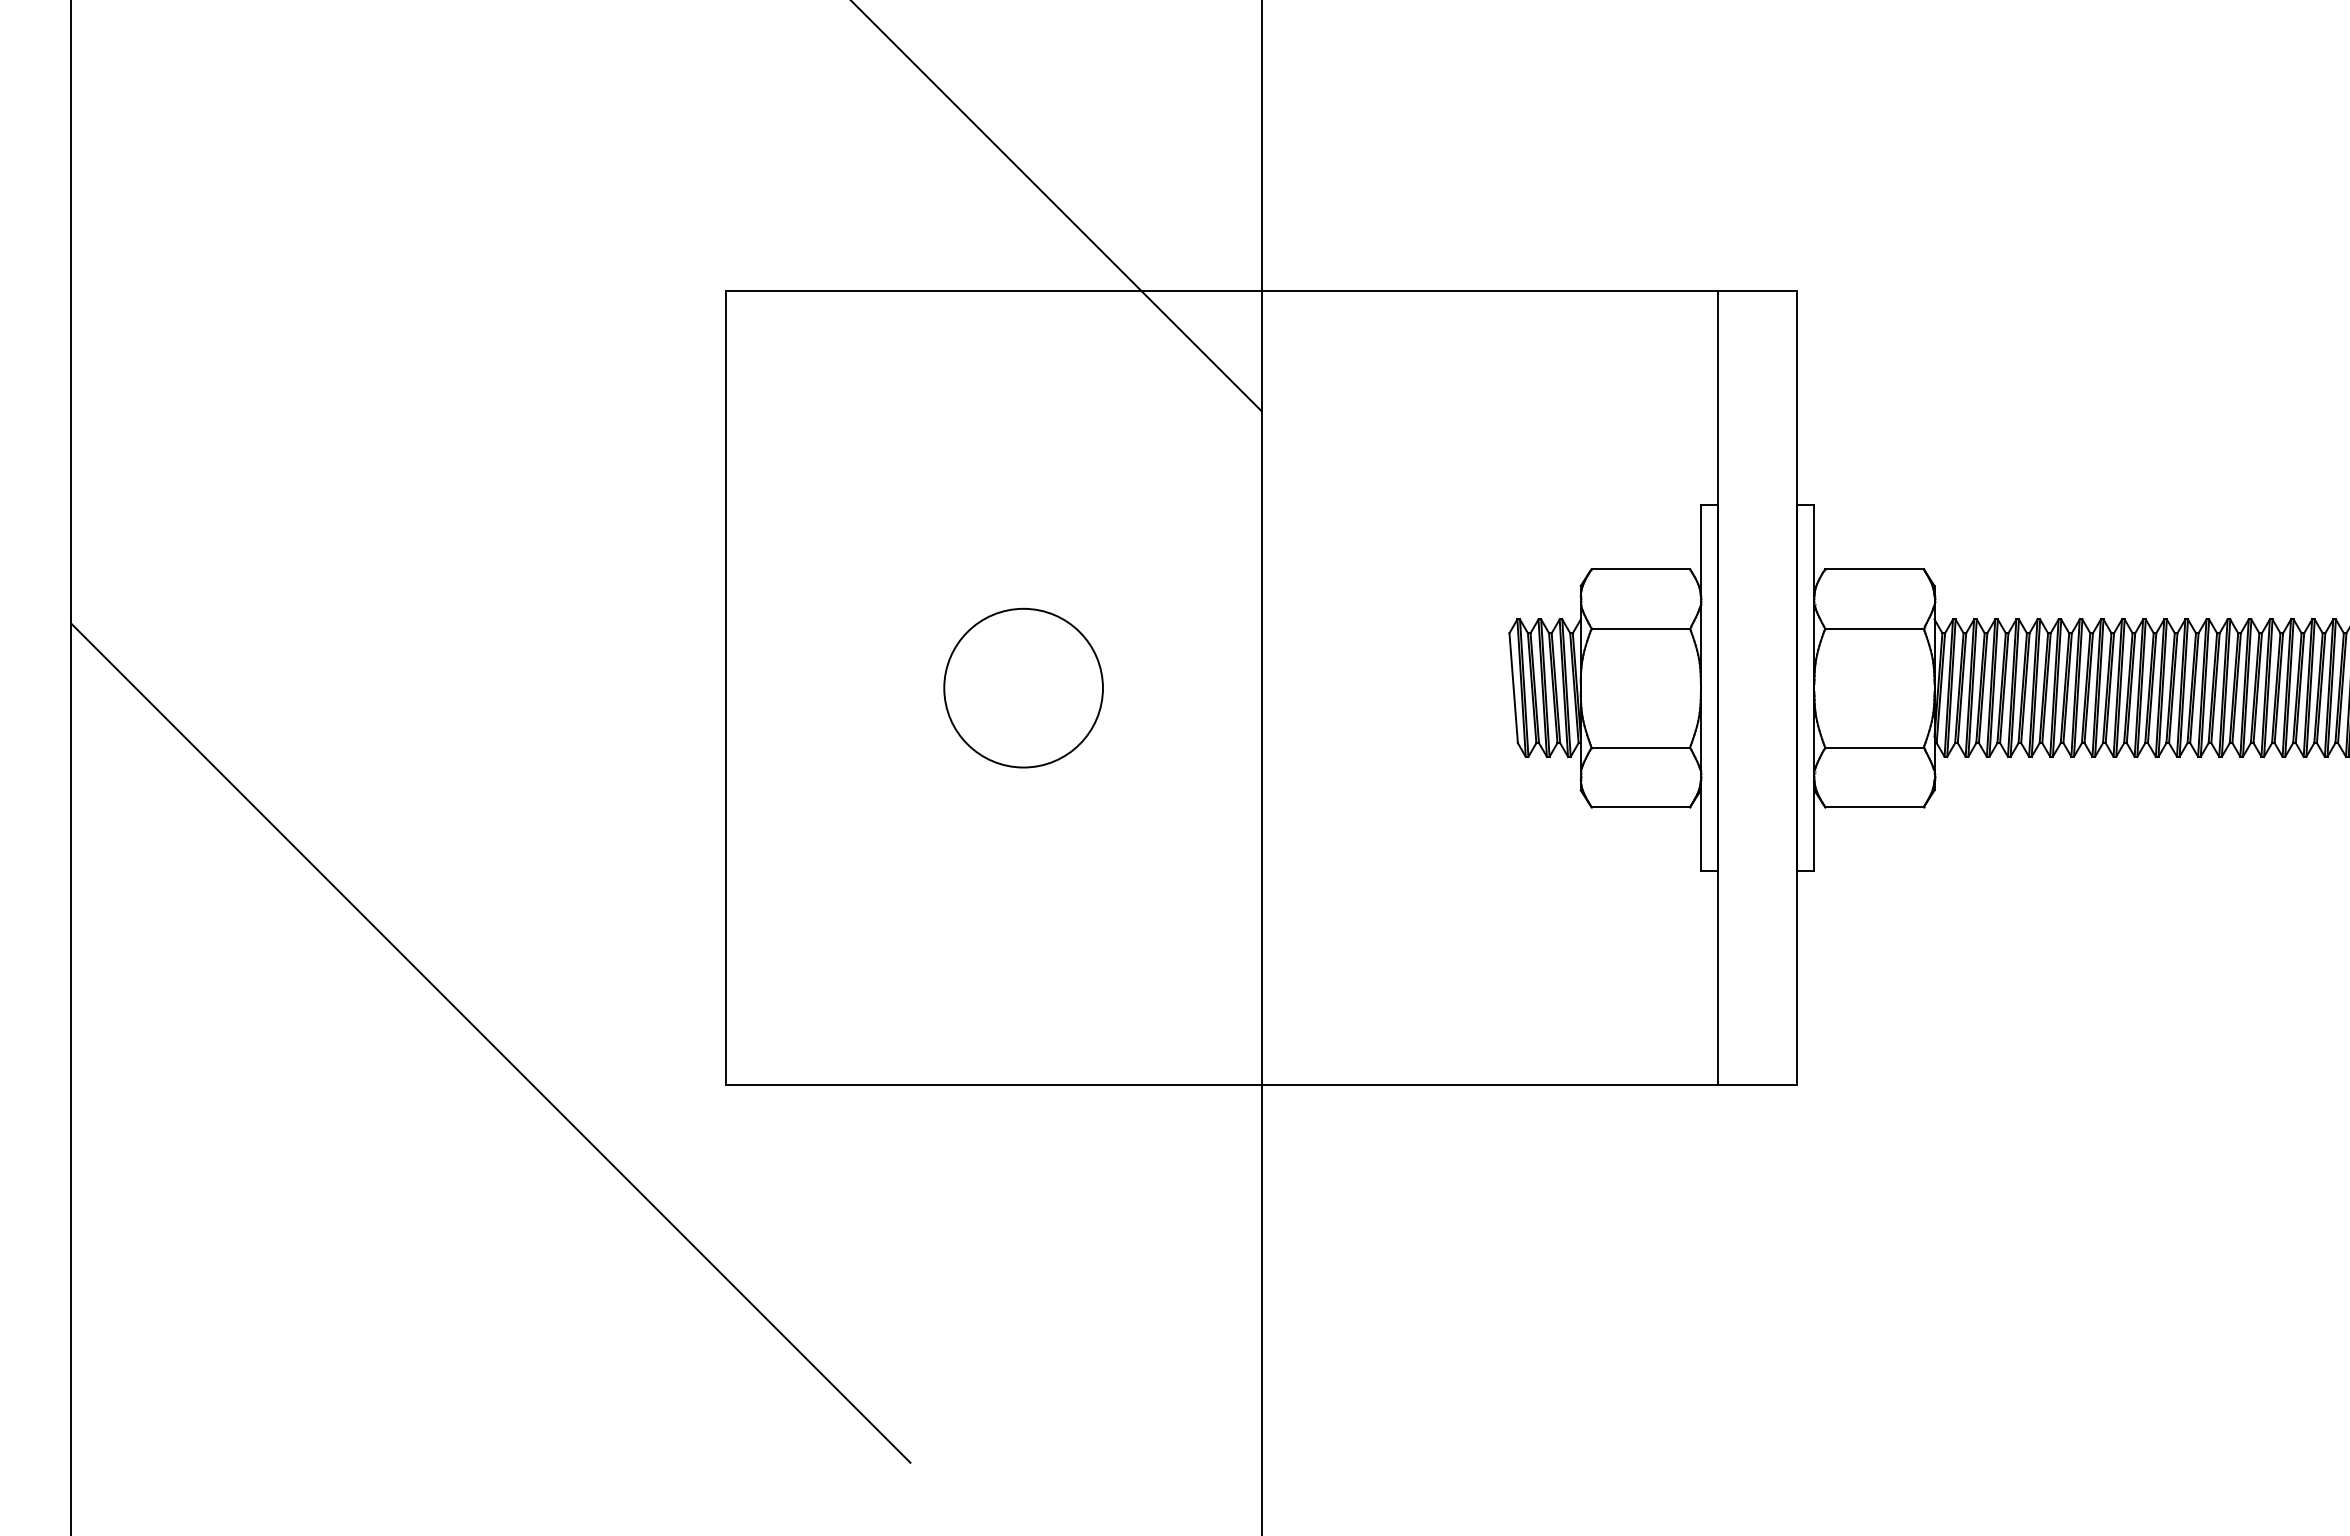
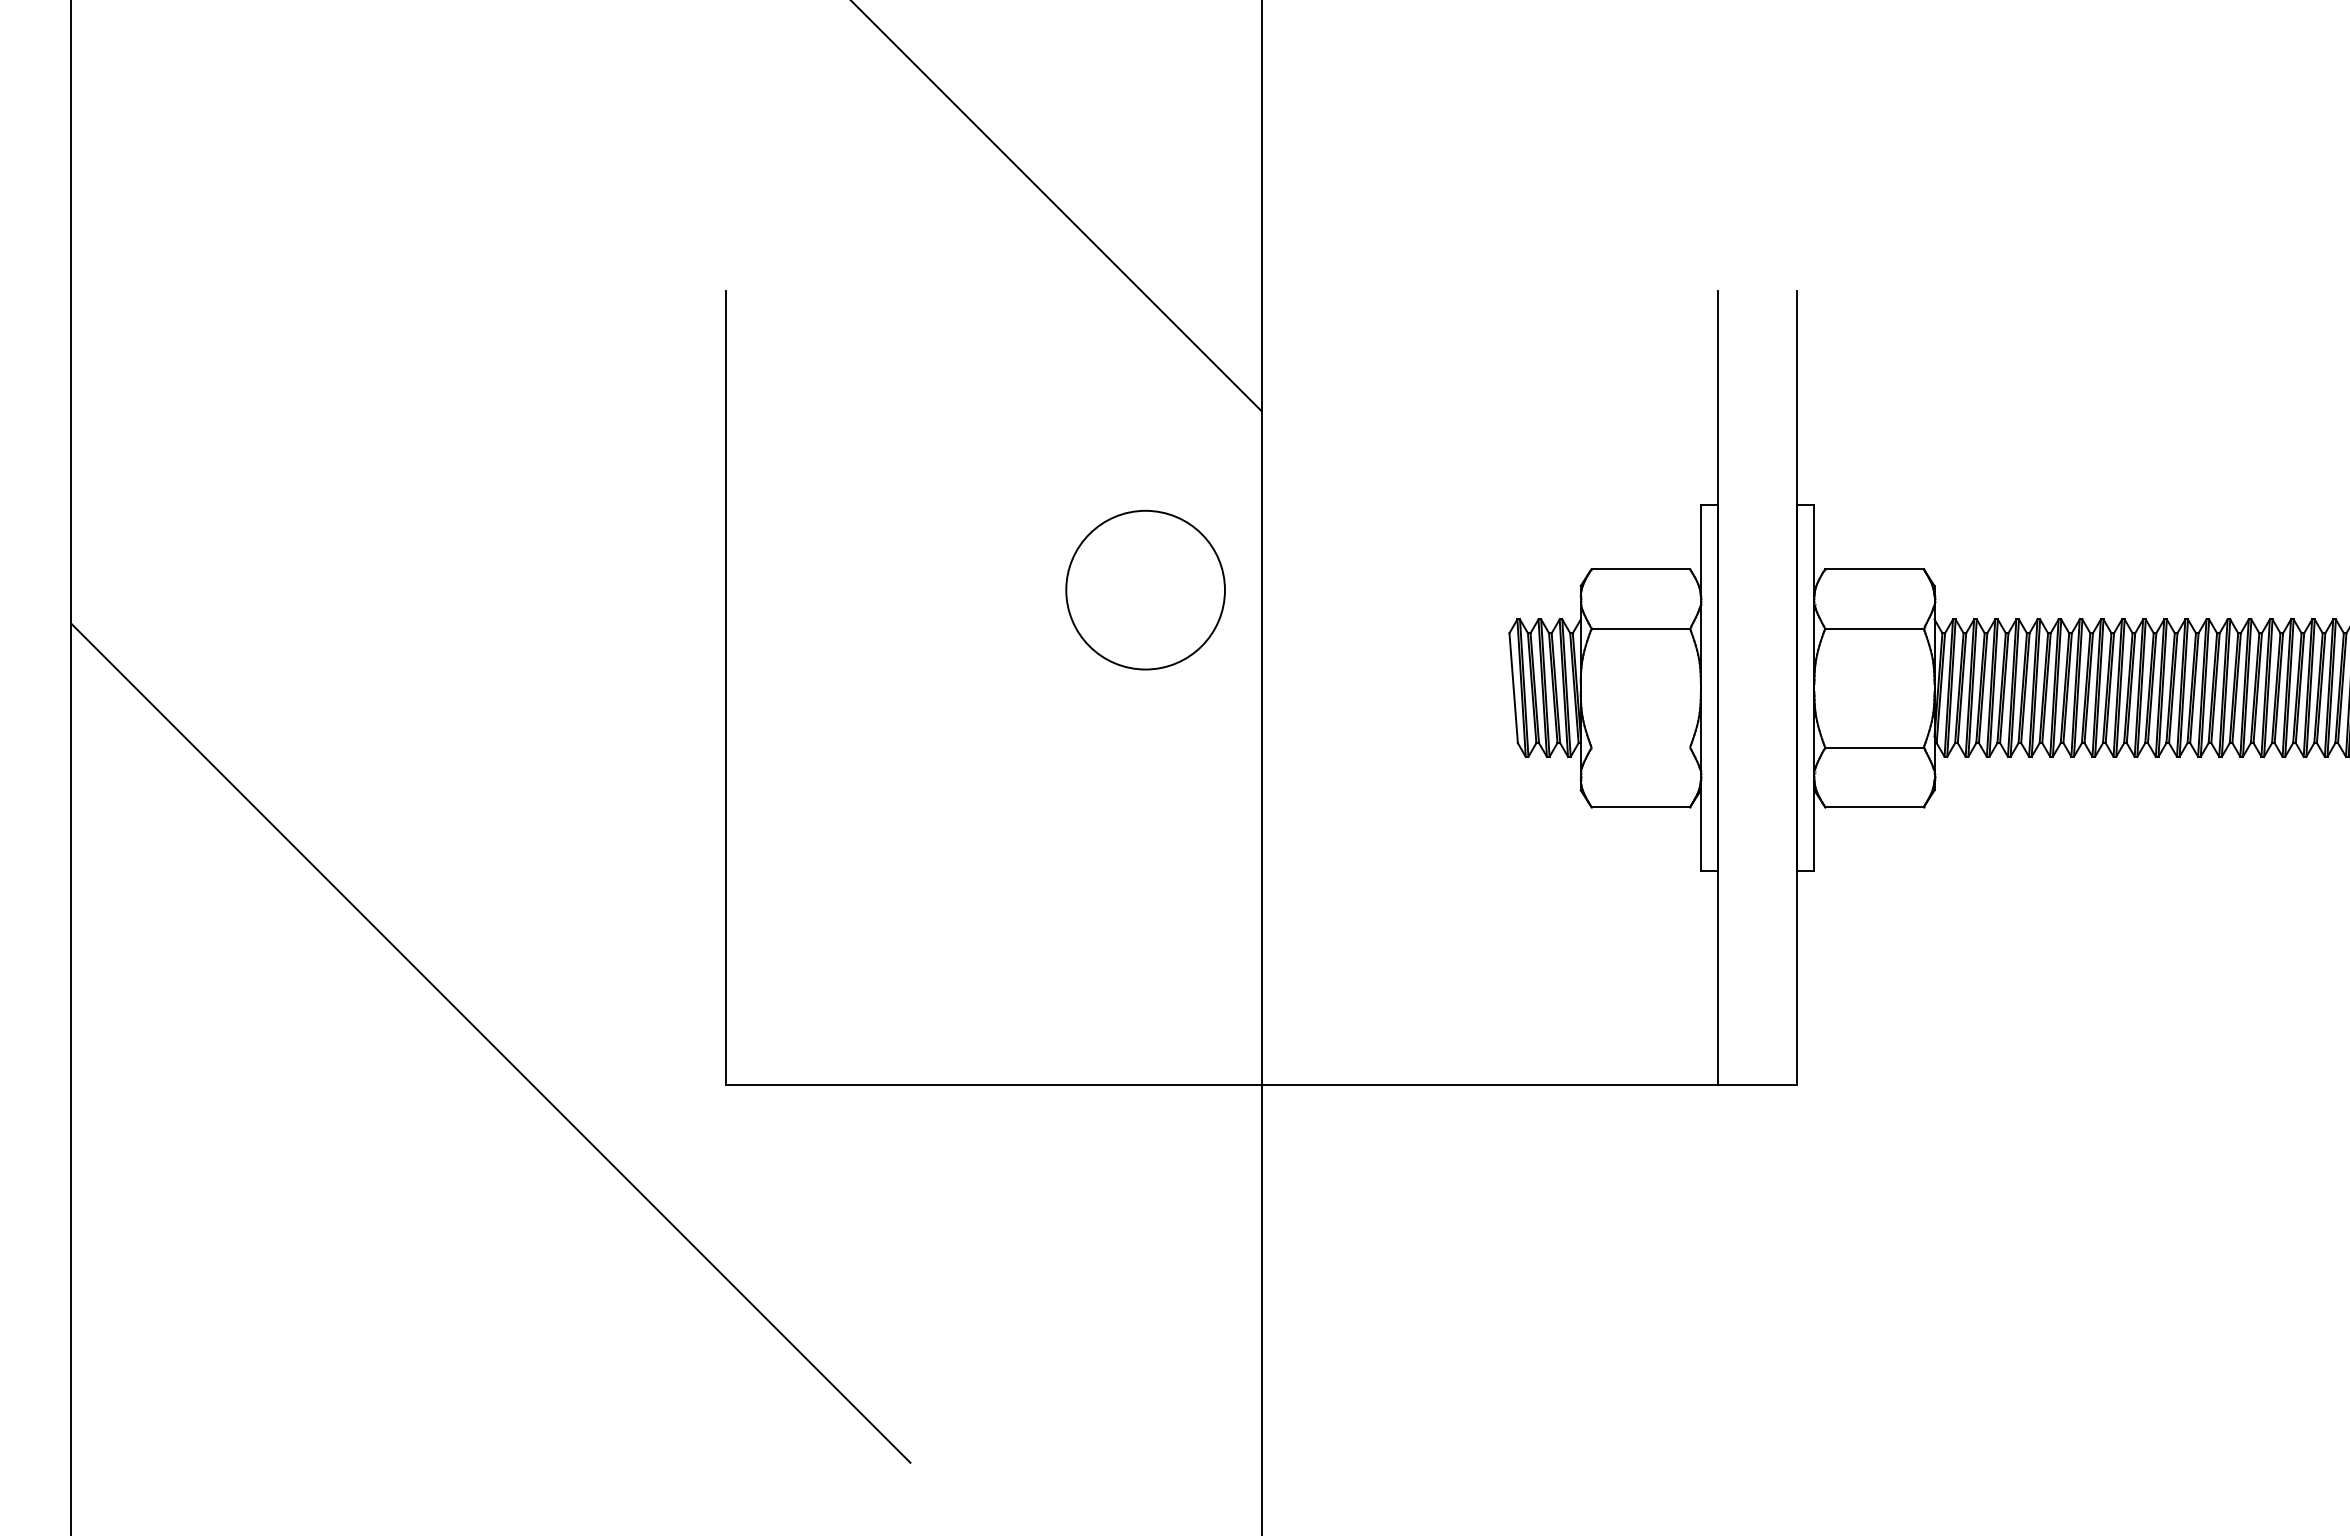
line at (1261, 291): present -> none
circle at (1023, 687) position: (1023, 687) -> (1145, 589)
line at (1640, 747): present -> none
